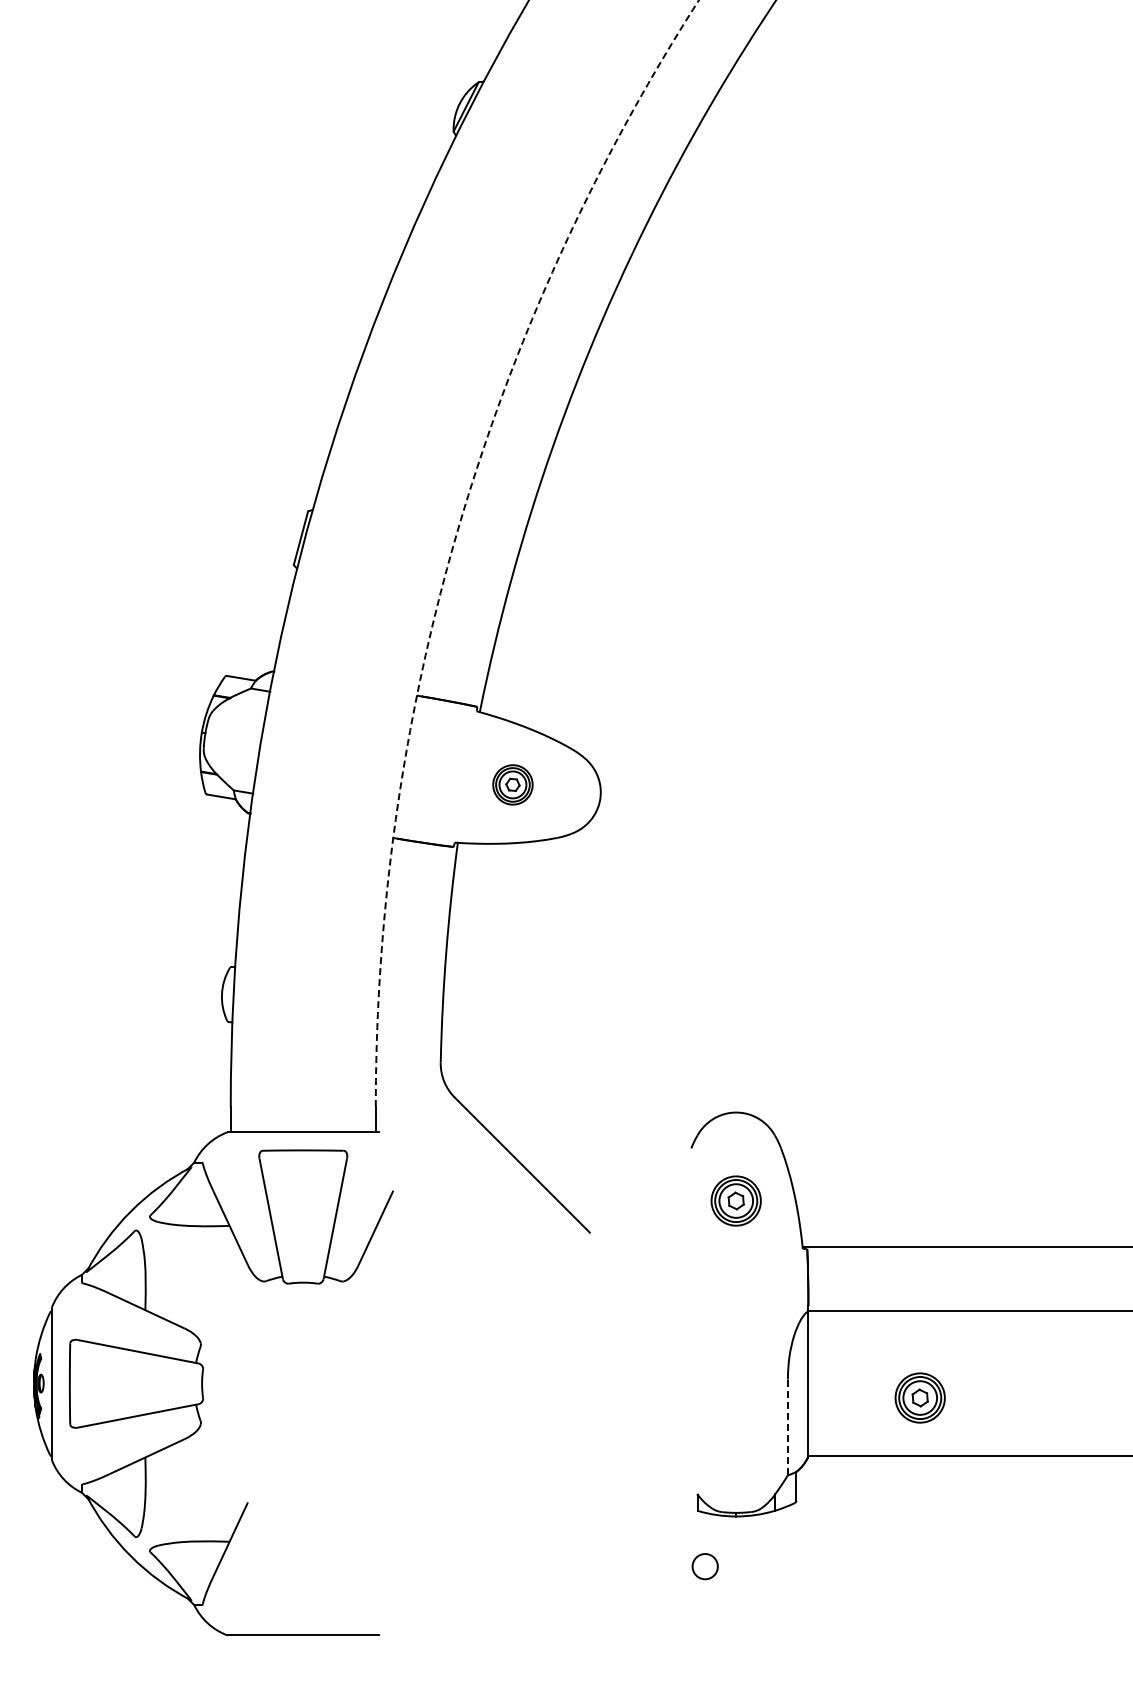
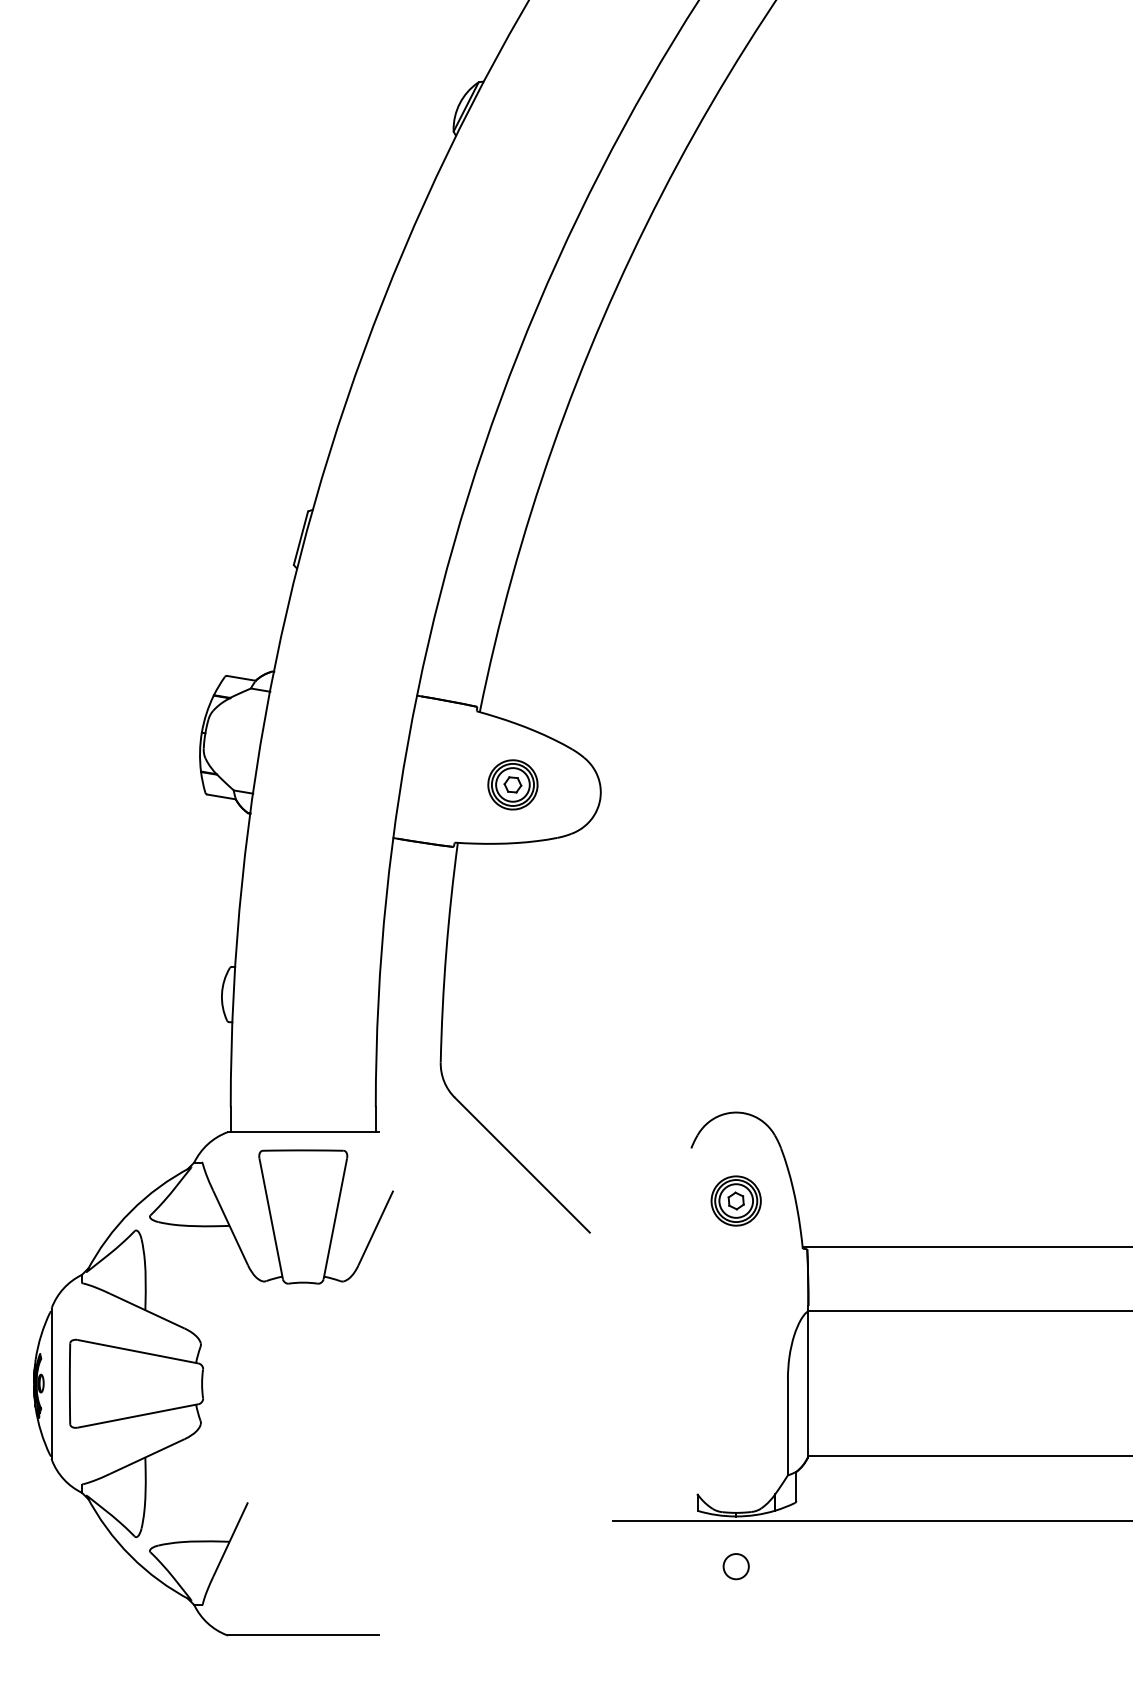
arc at (457, 531): dashed -> solid
part at (512, 784) size: 42x42 px -> 52x52 px
part at (919, 1397): present -> none
line at (787, 1427): dashed -> solid
line at (870, 1520): none -> present
circle at (704, 1566) position: (704, 1566) -> (735, 1566)
